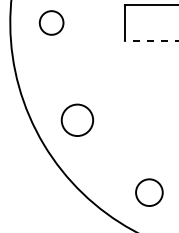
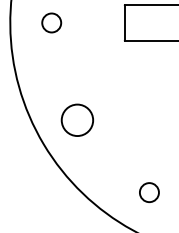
circle at (51, 22) size: 27x26 px -> 22x22 px
line at (152, 41): dashed -> solid
circle at (149, 192) size: 29x29 px -> 21x21 px
